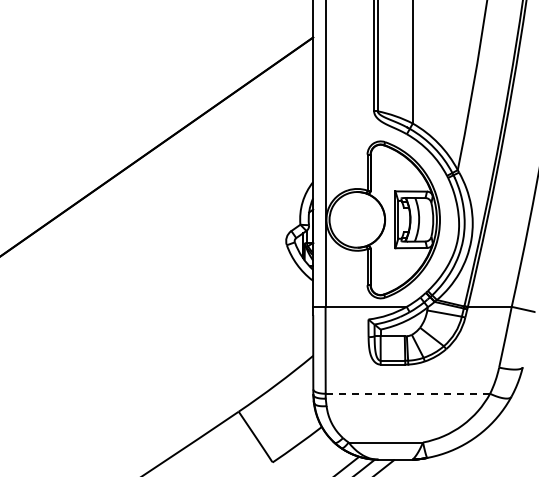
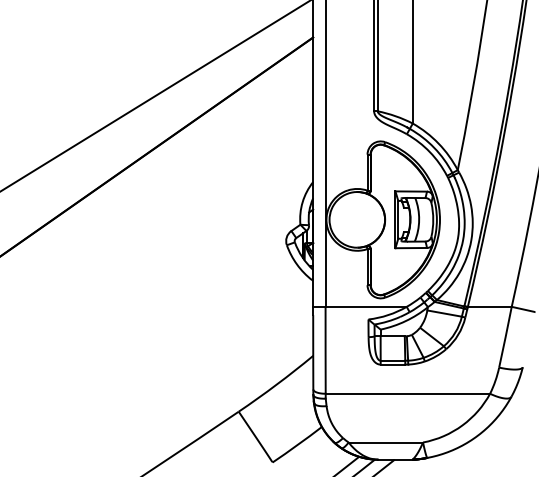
line at (154, 96): none -> present
line at (407, 393): dashed -> solid
